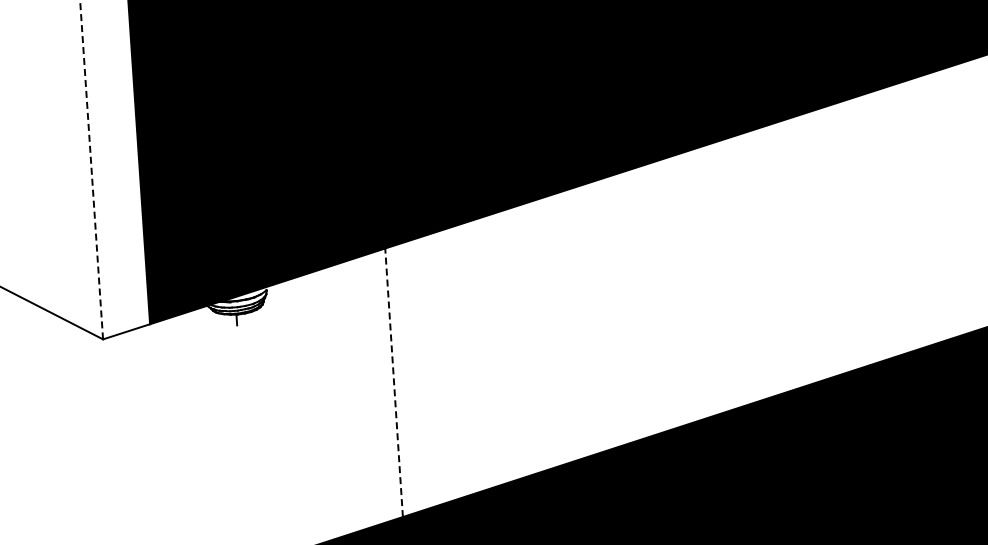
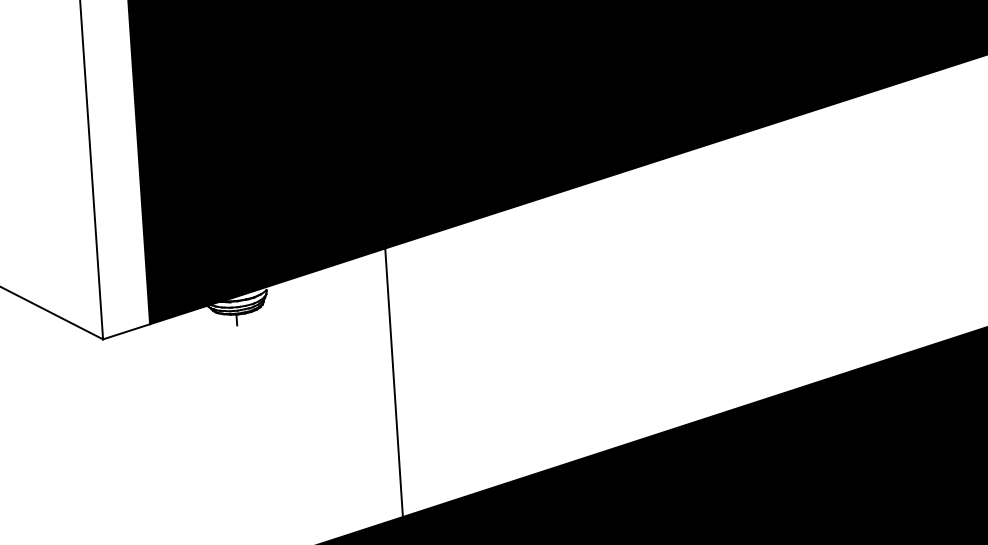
line at (91, 169): dashed -> solid
line at (394, 382): dashed -> solid
